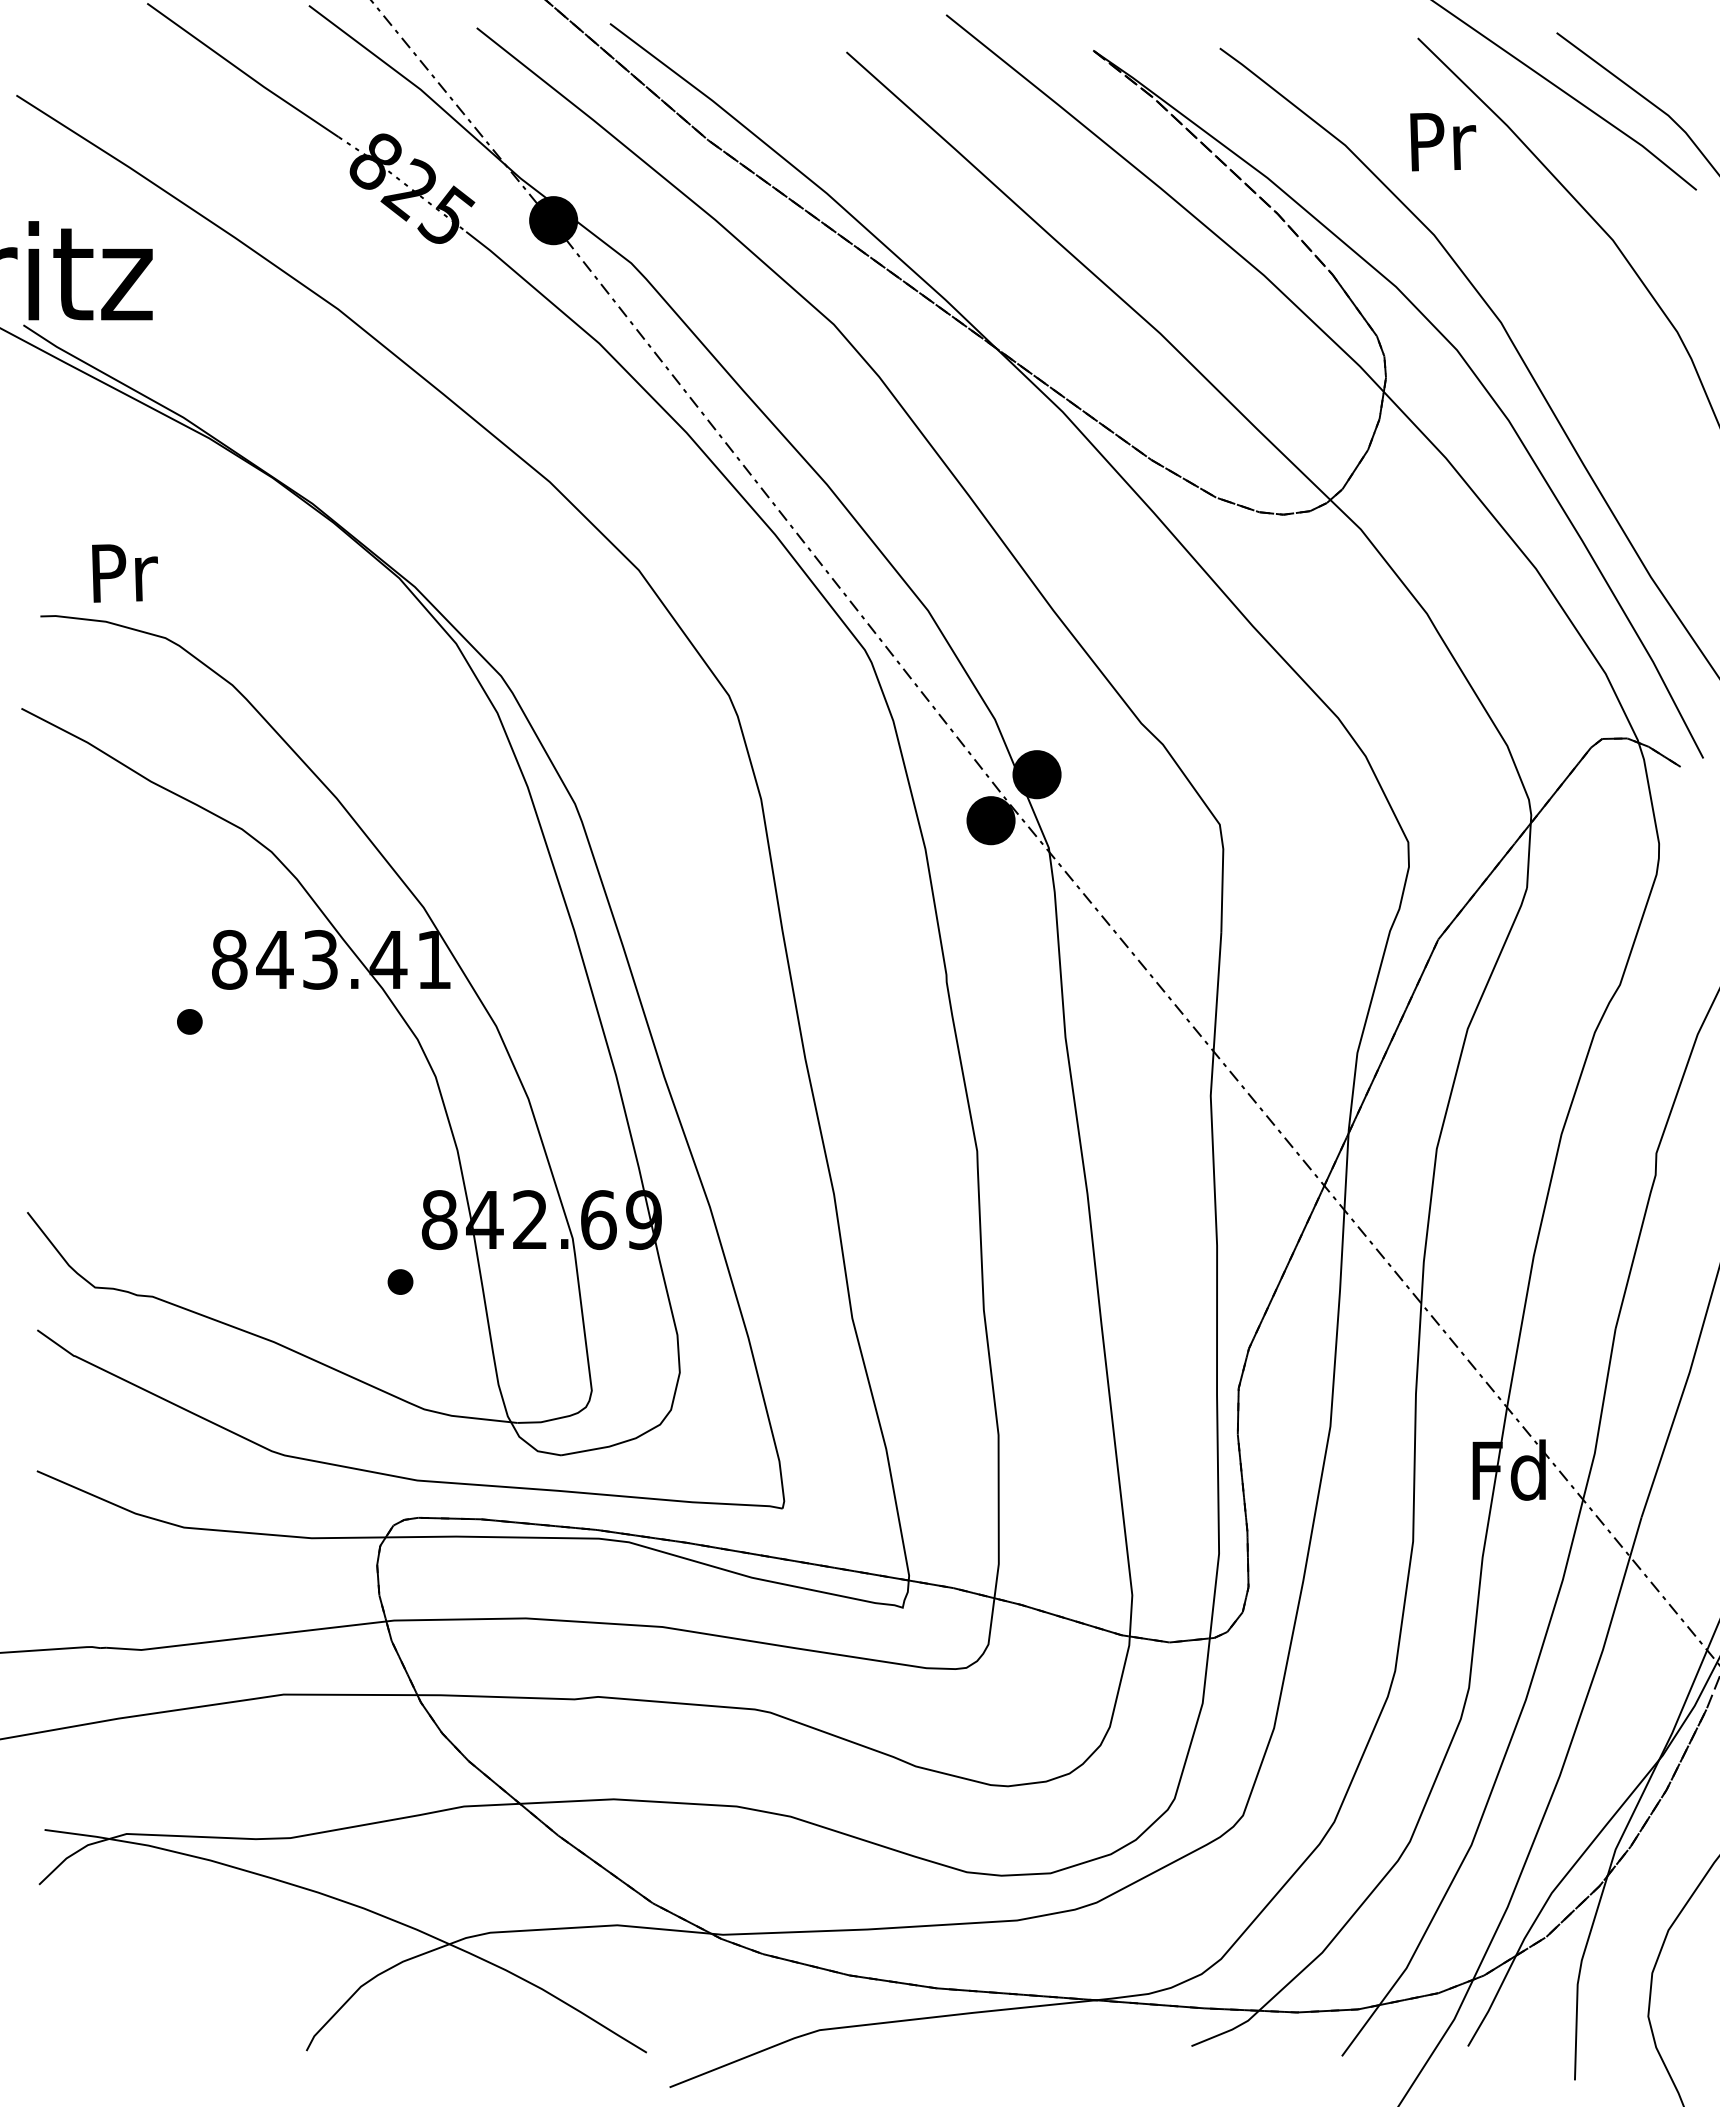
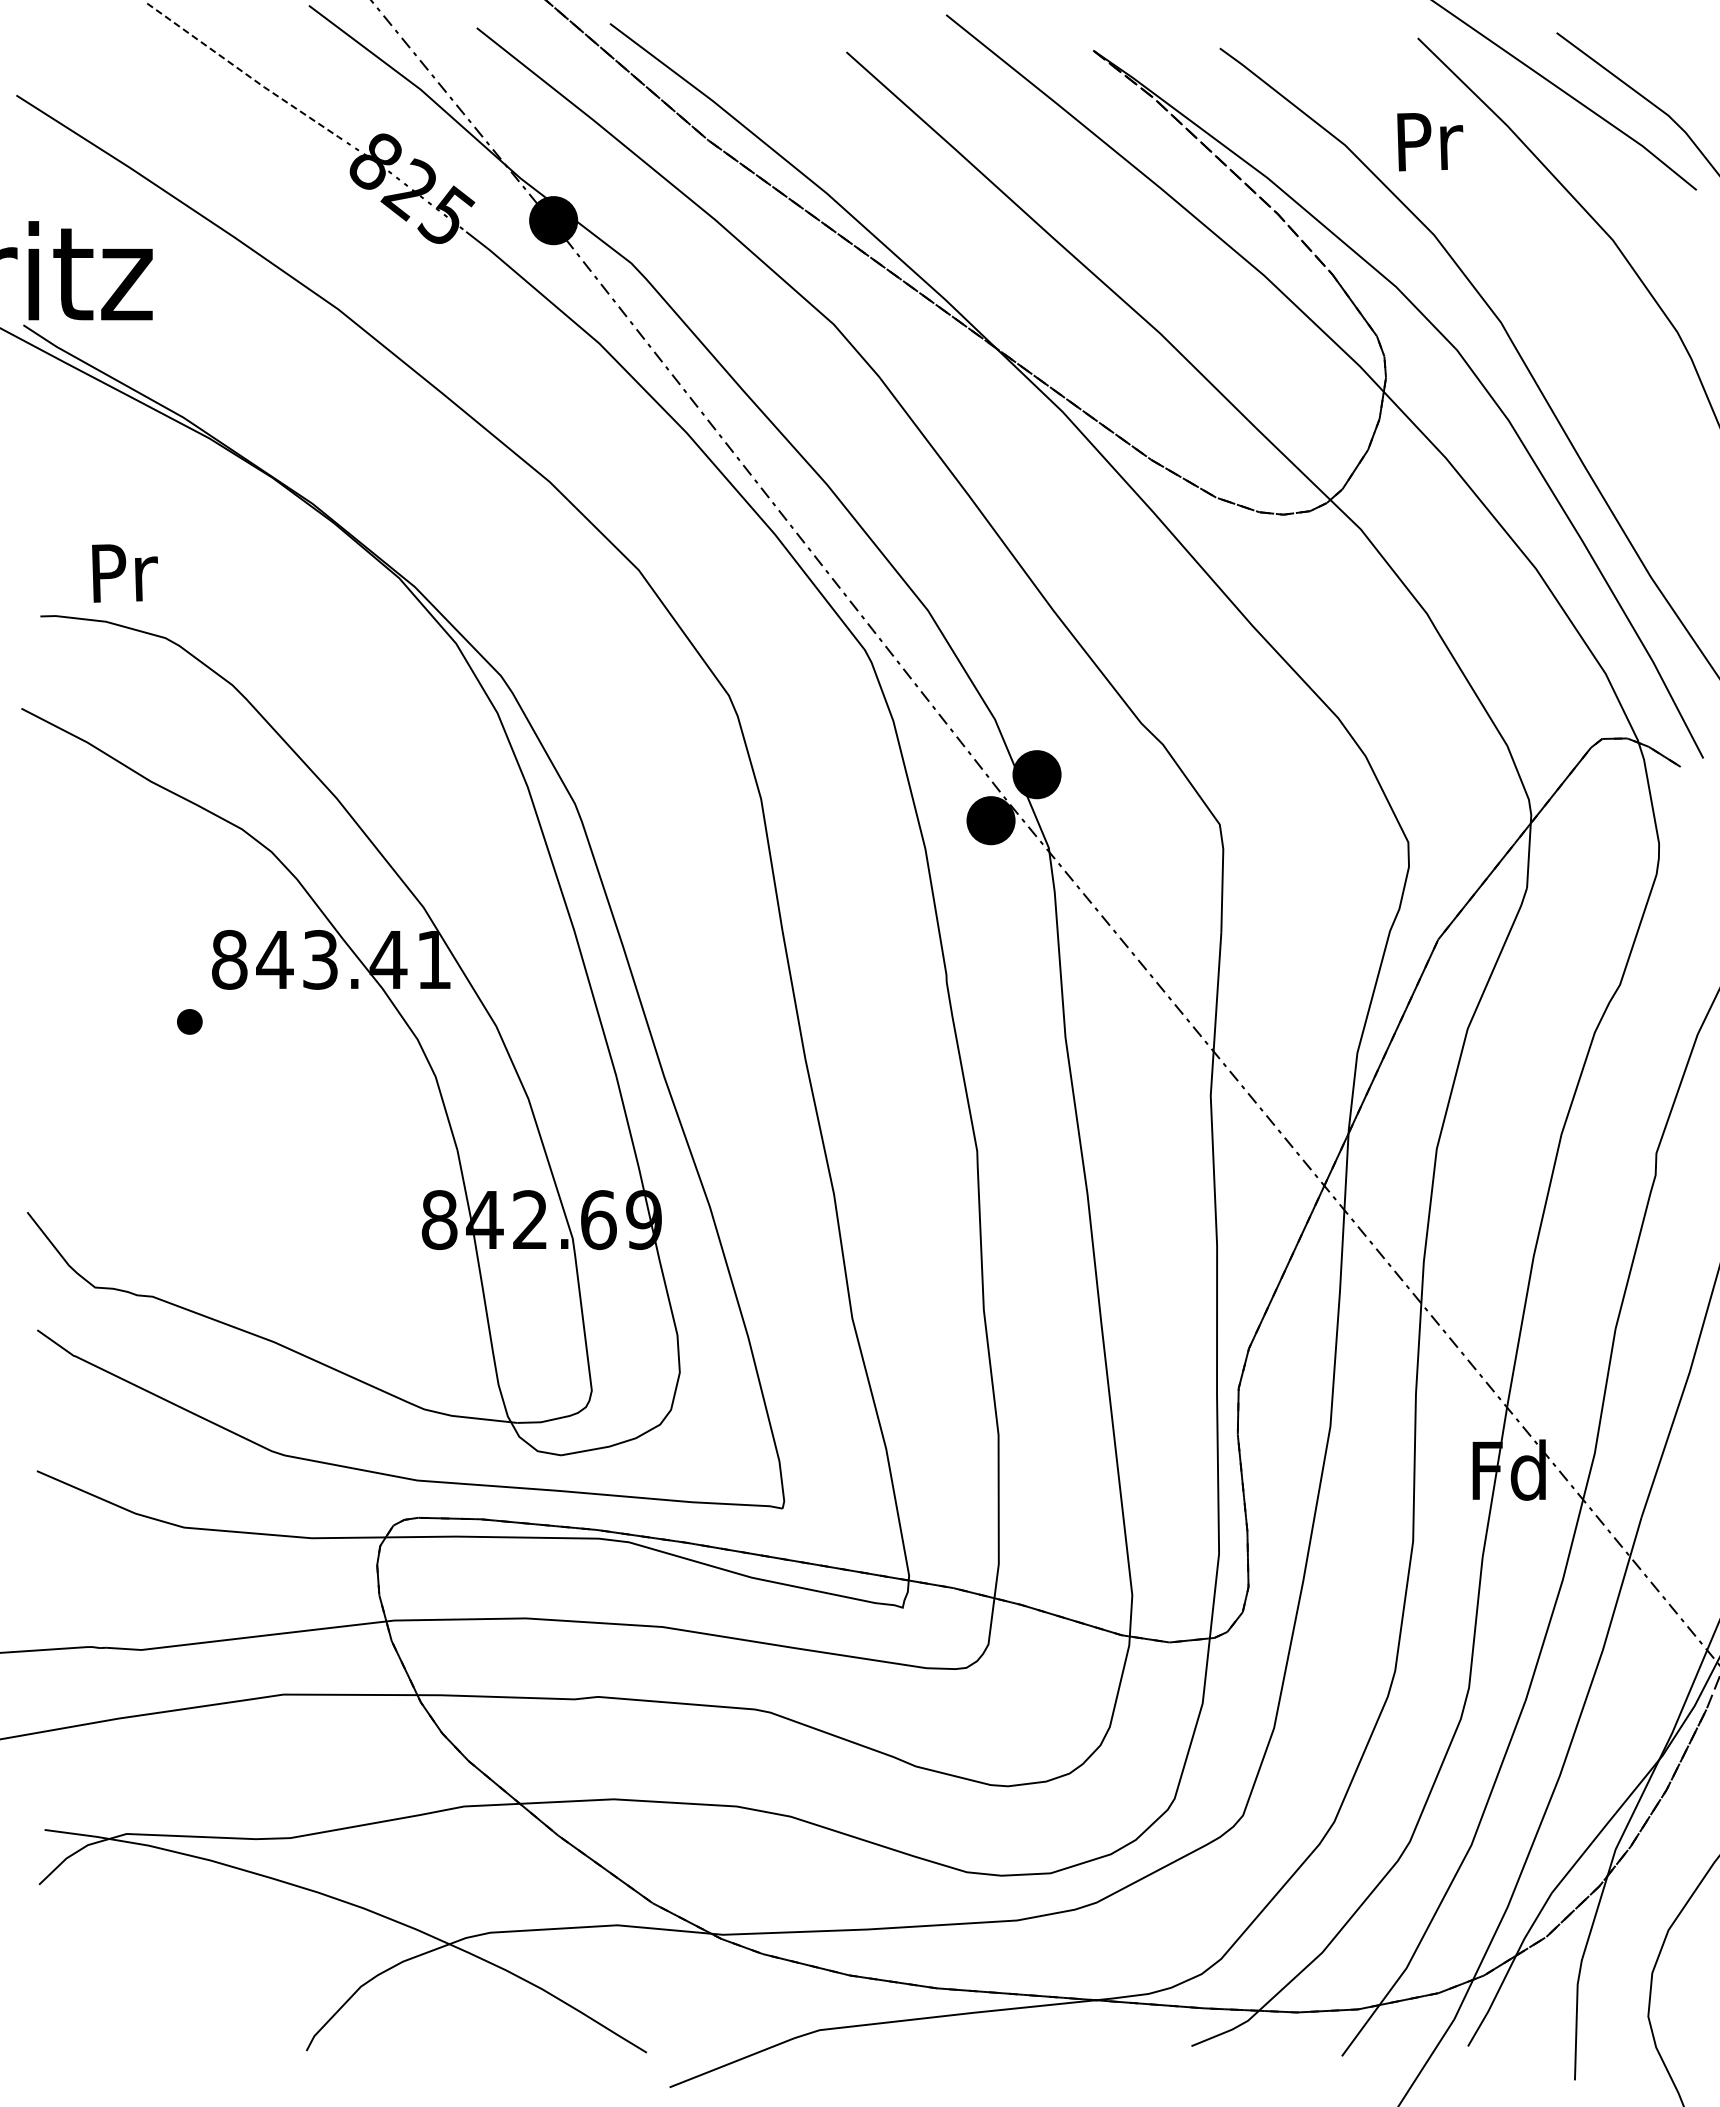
line at (243, 72): solid -> dashed
text at (1443, 142) position: (1443, 142) -> (1430, 142)
part at (400, 1281): present -> none
